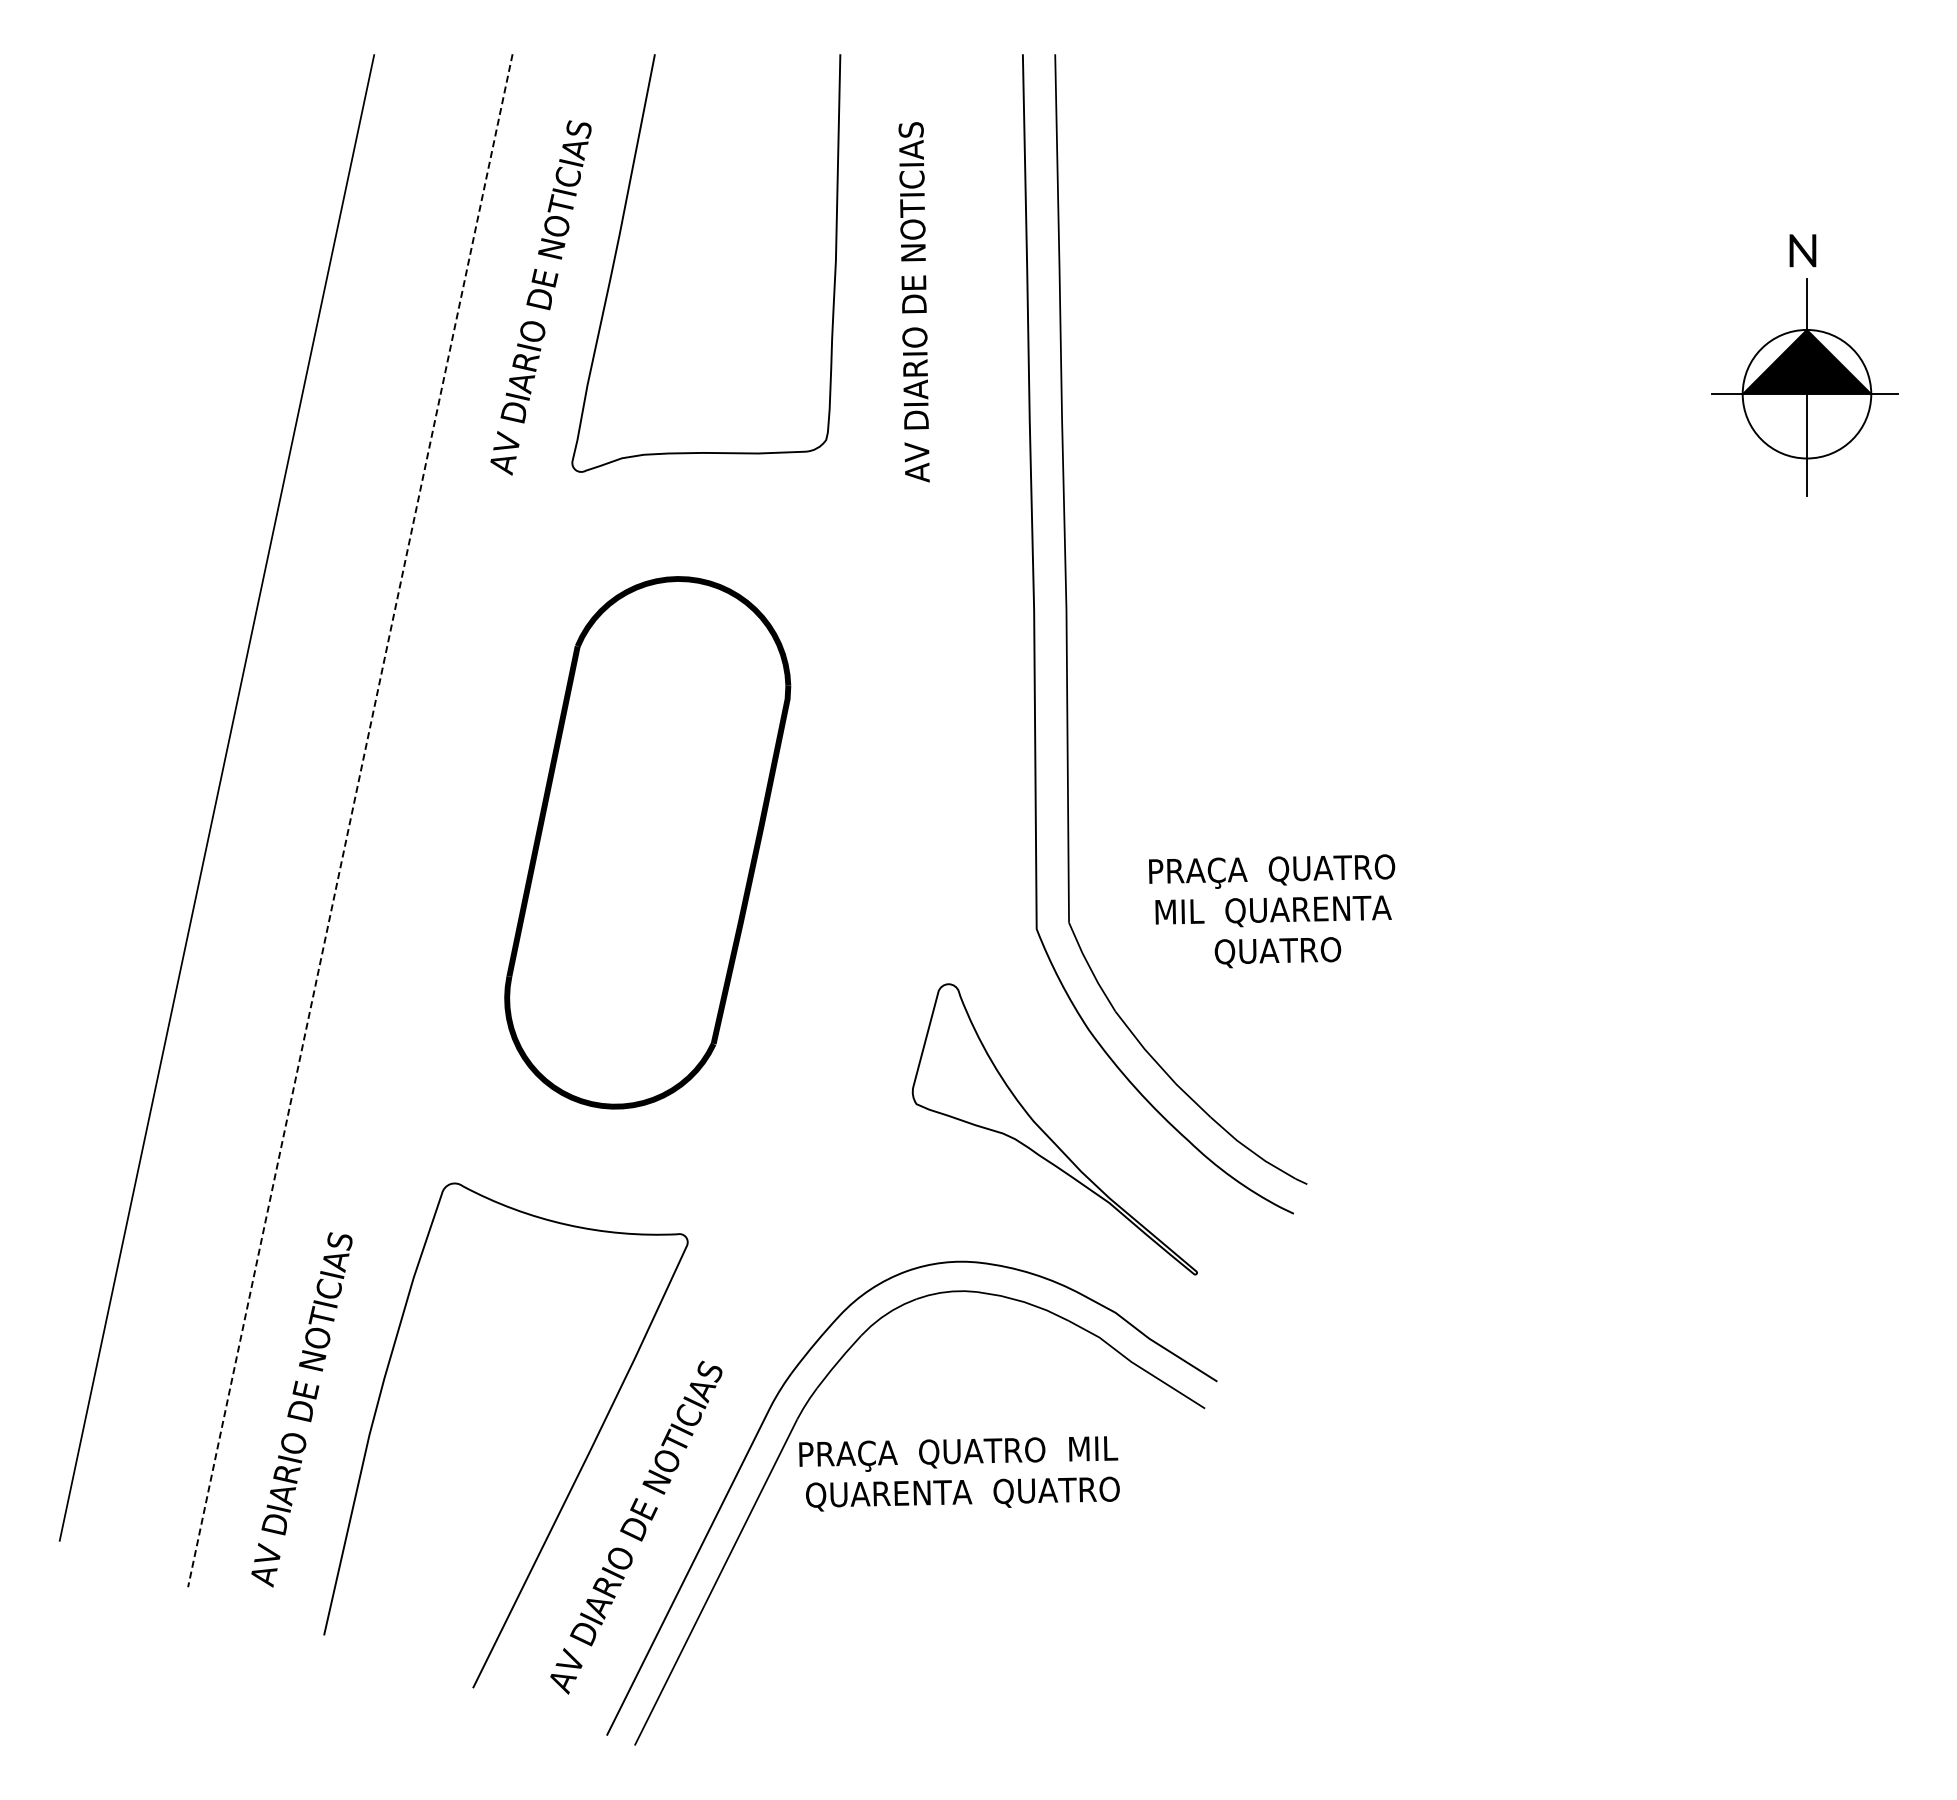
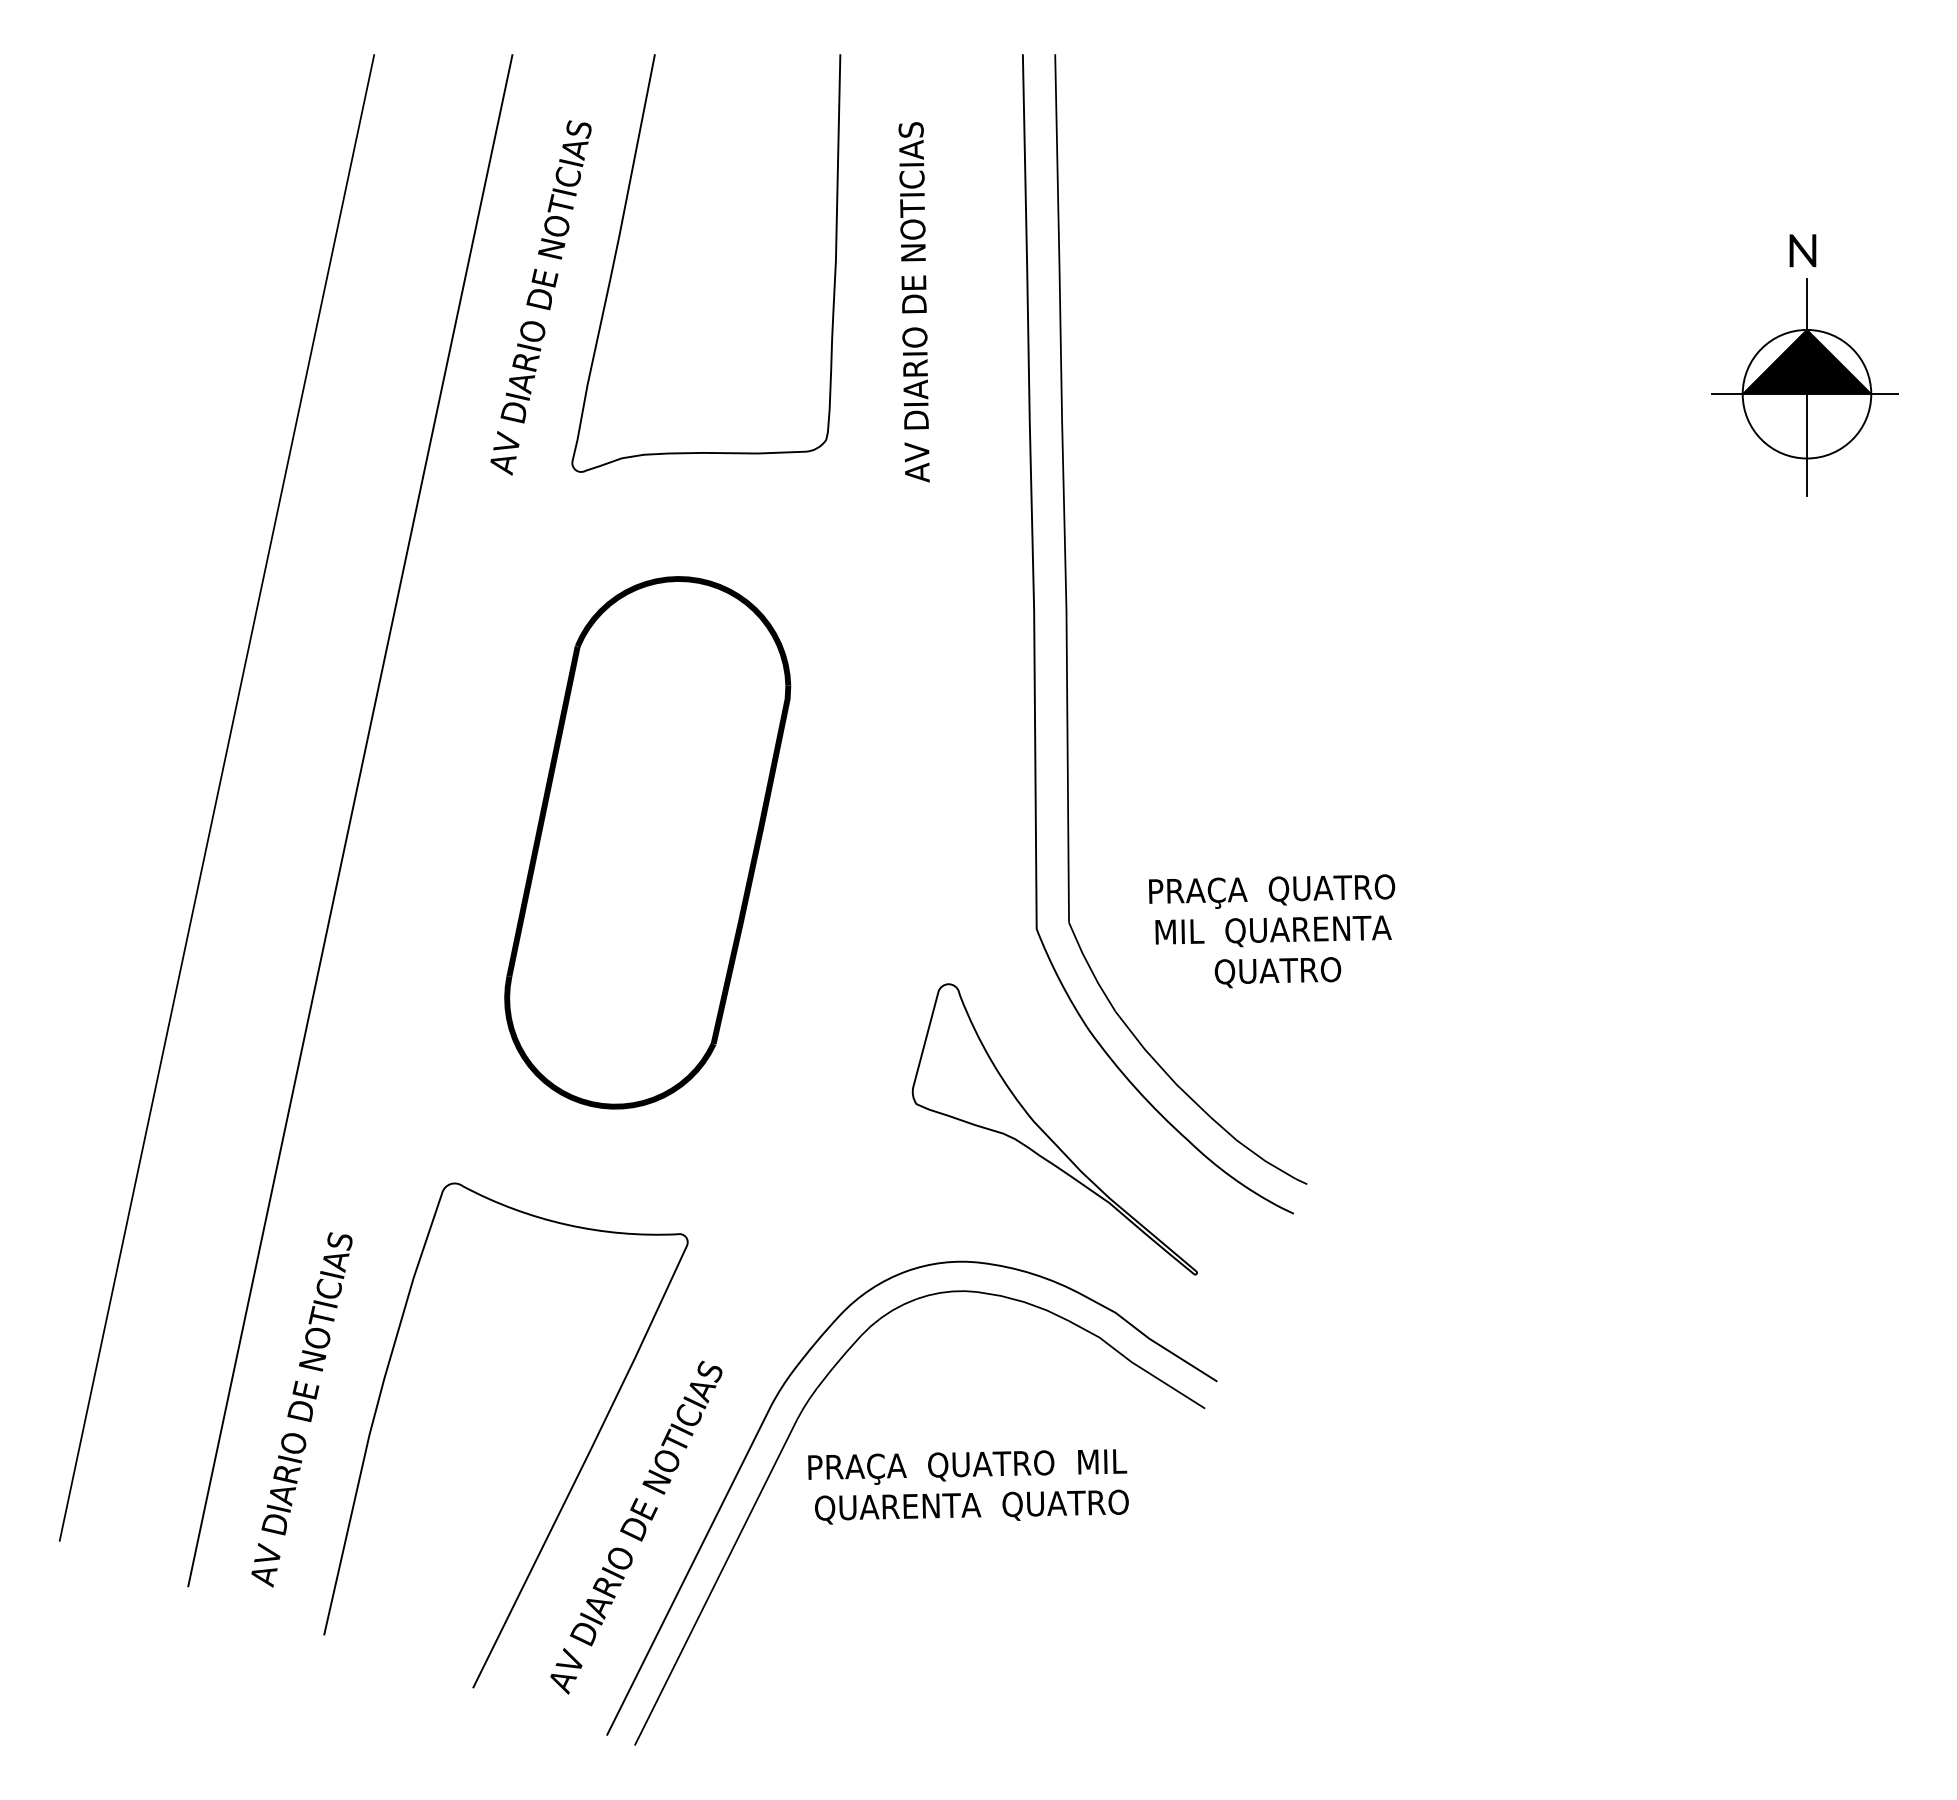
line at (350, 821): dashed -> solid
text at (1272, 911) position: (1272, 911) -> (1272, 931)
text at (959, 1473) position: (959, 1473) -> (968, 1486)
